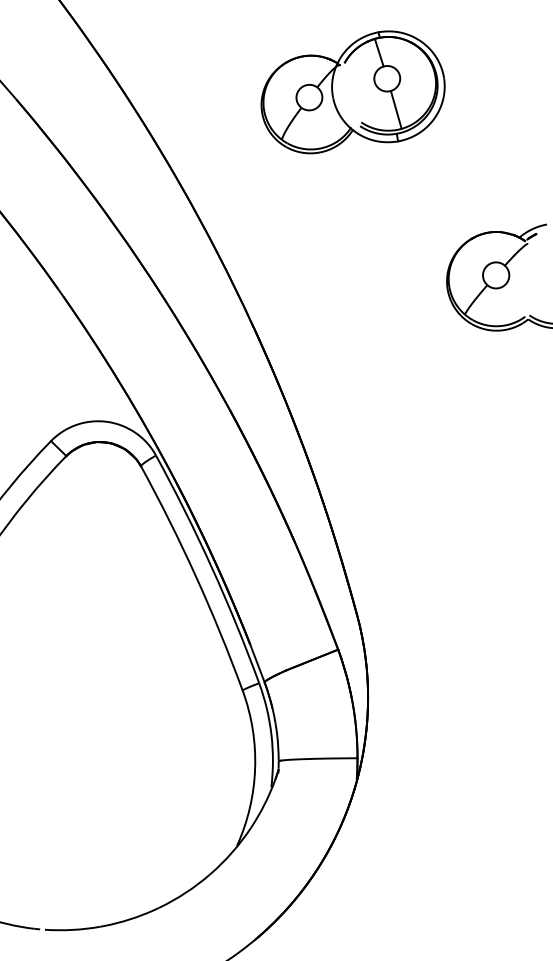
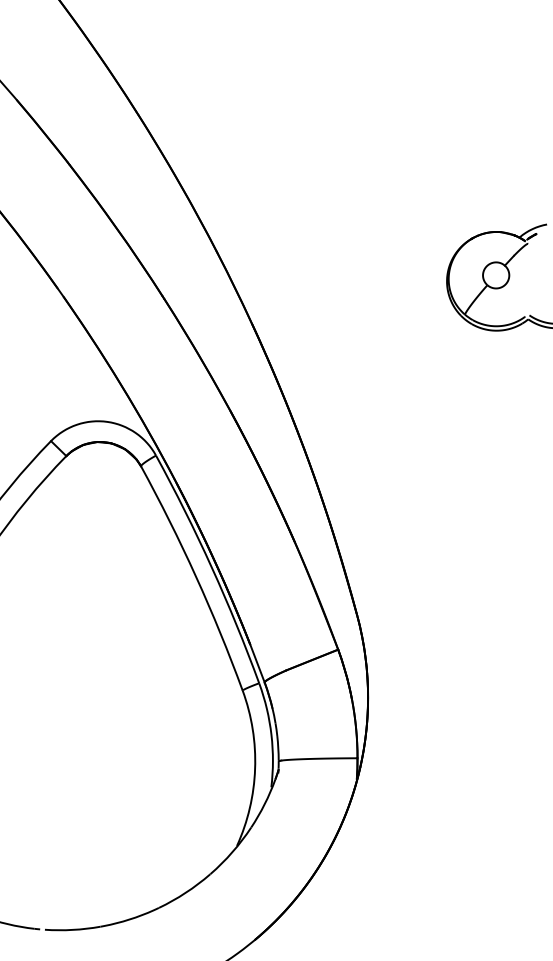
part at (352, 92): present -> none
